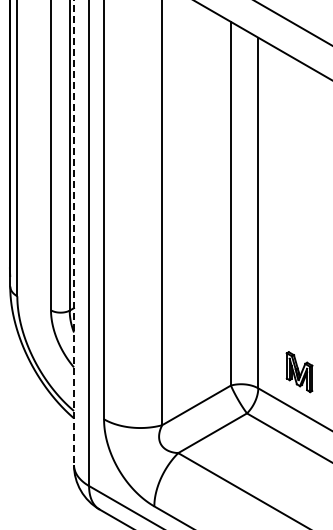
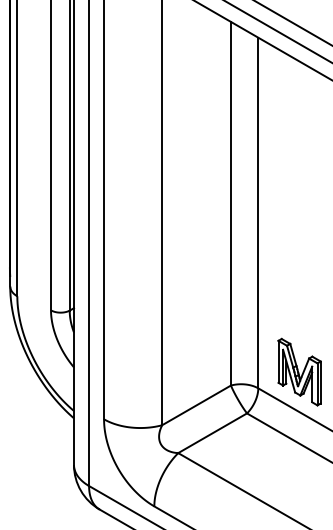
line at (278, 31): none -> present
line at (74, 233): dashed -> solid
part at (299, 372) size: 29x43 px -> 45x70 px
